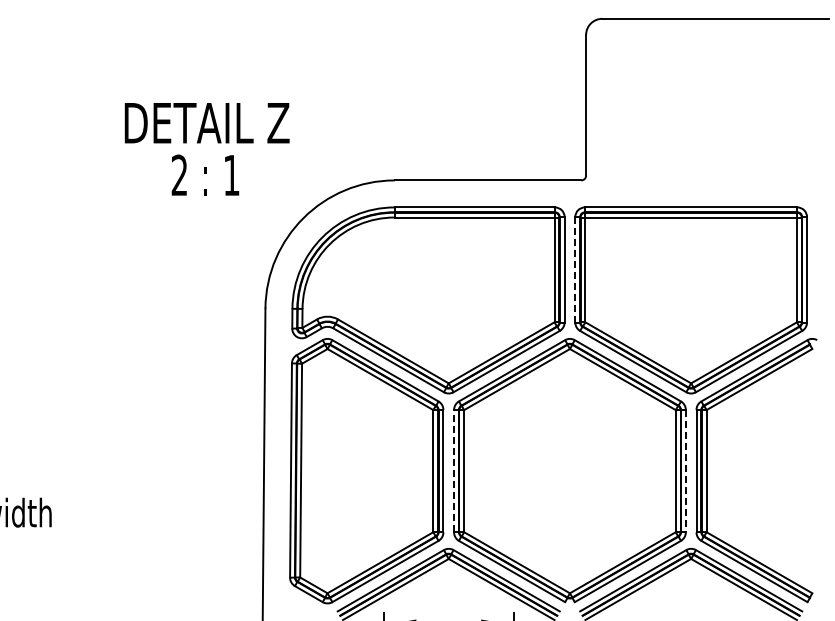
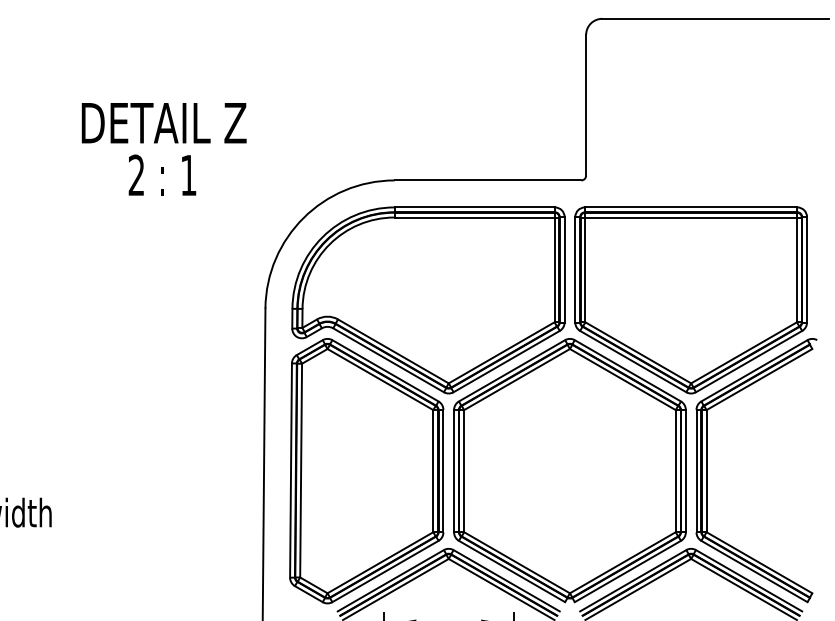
text at (206, 149) position: (206, 149) -> (163, 149)
line at (575, 269): dashed -> solid
line at (454, 470): dashed -> solid
line at (685, 471): dashed -> solid
